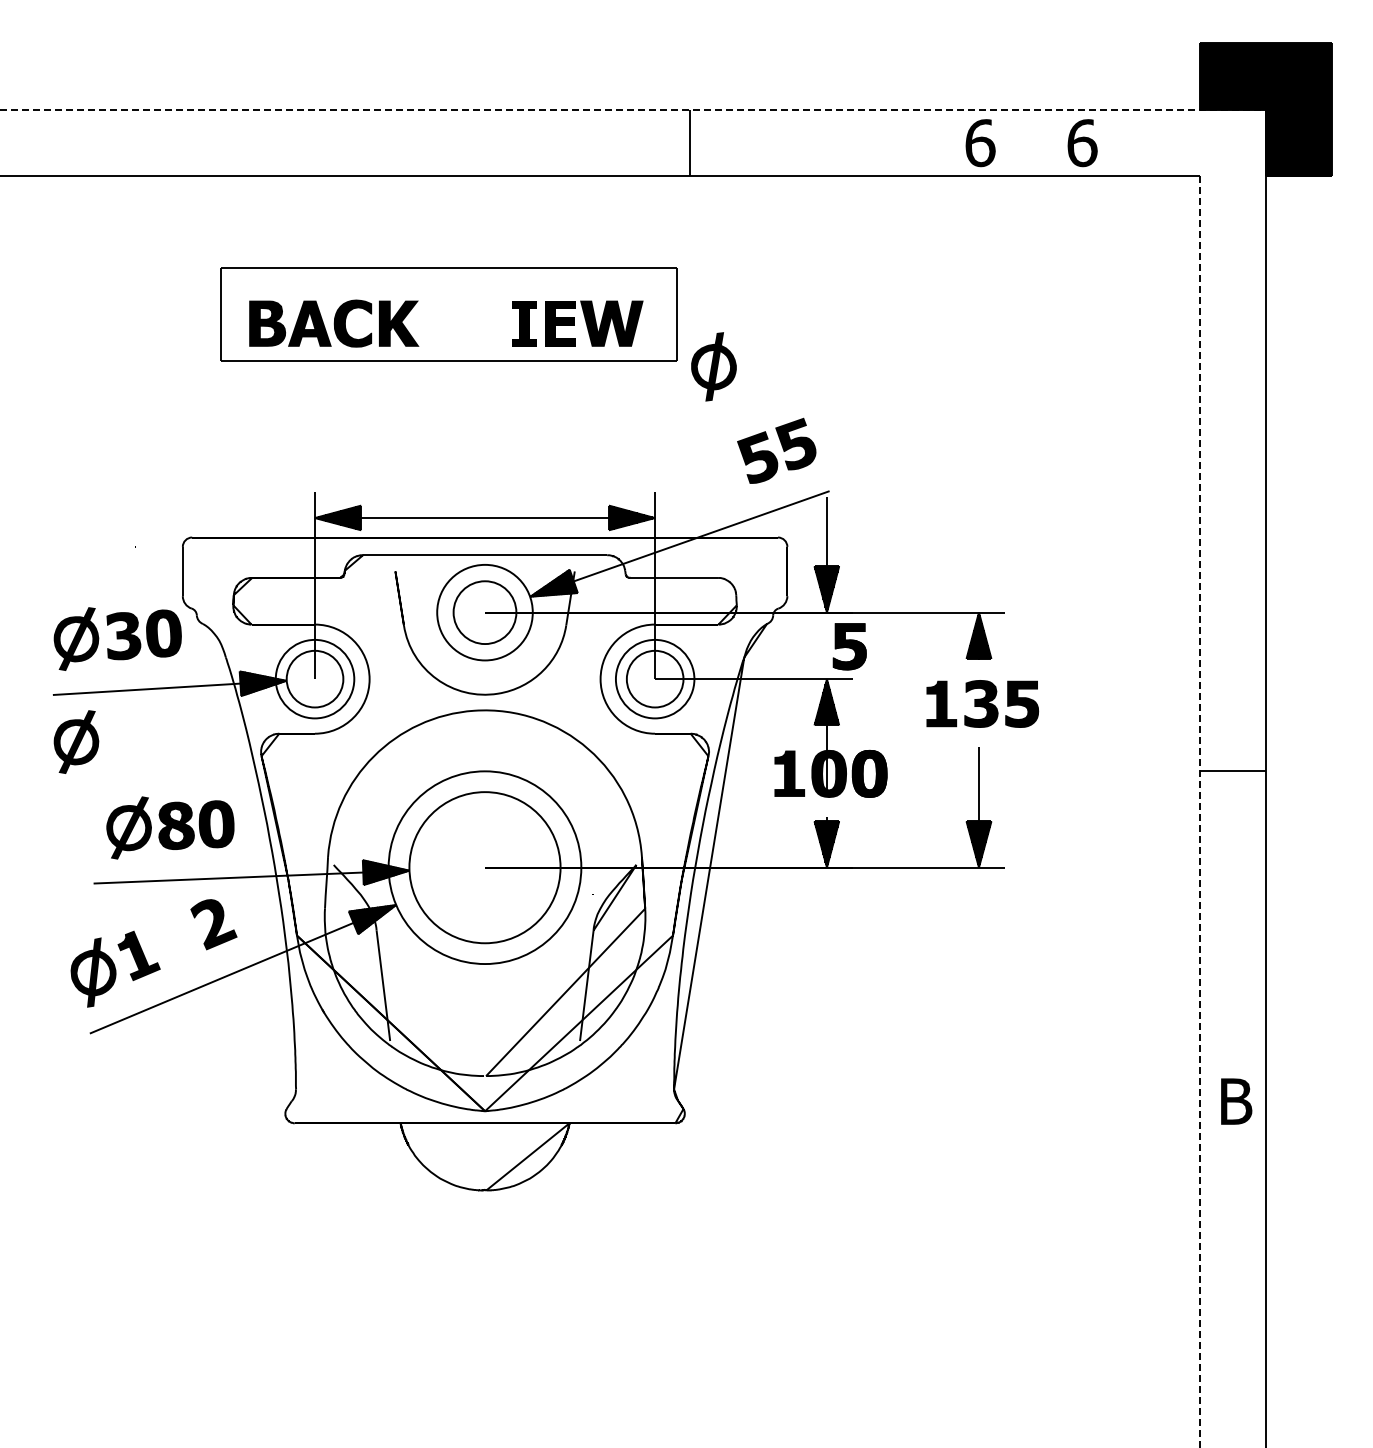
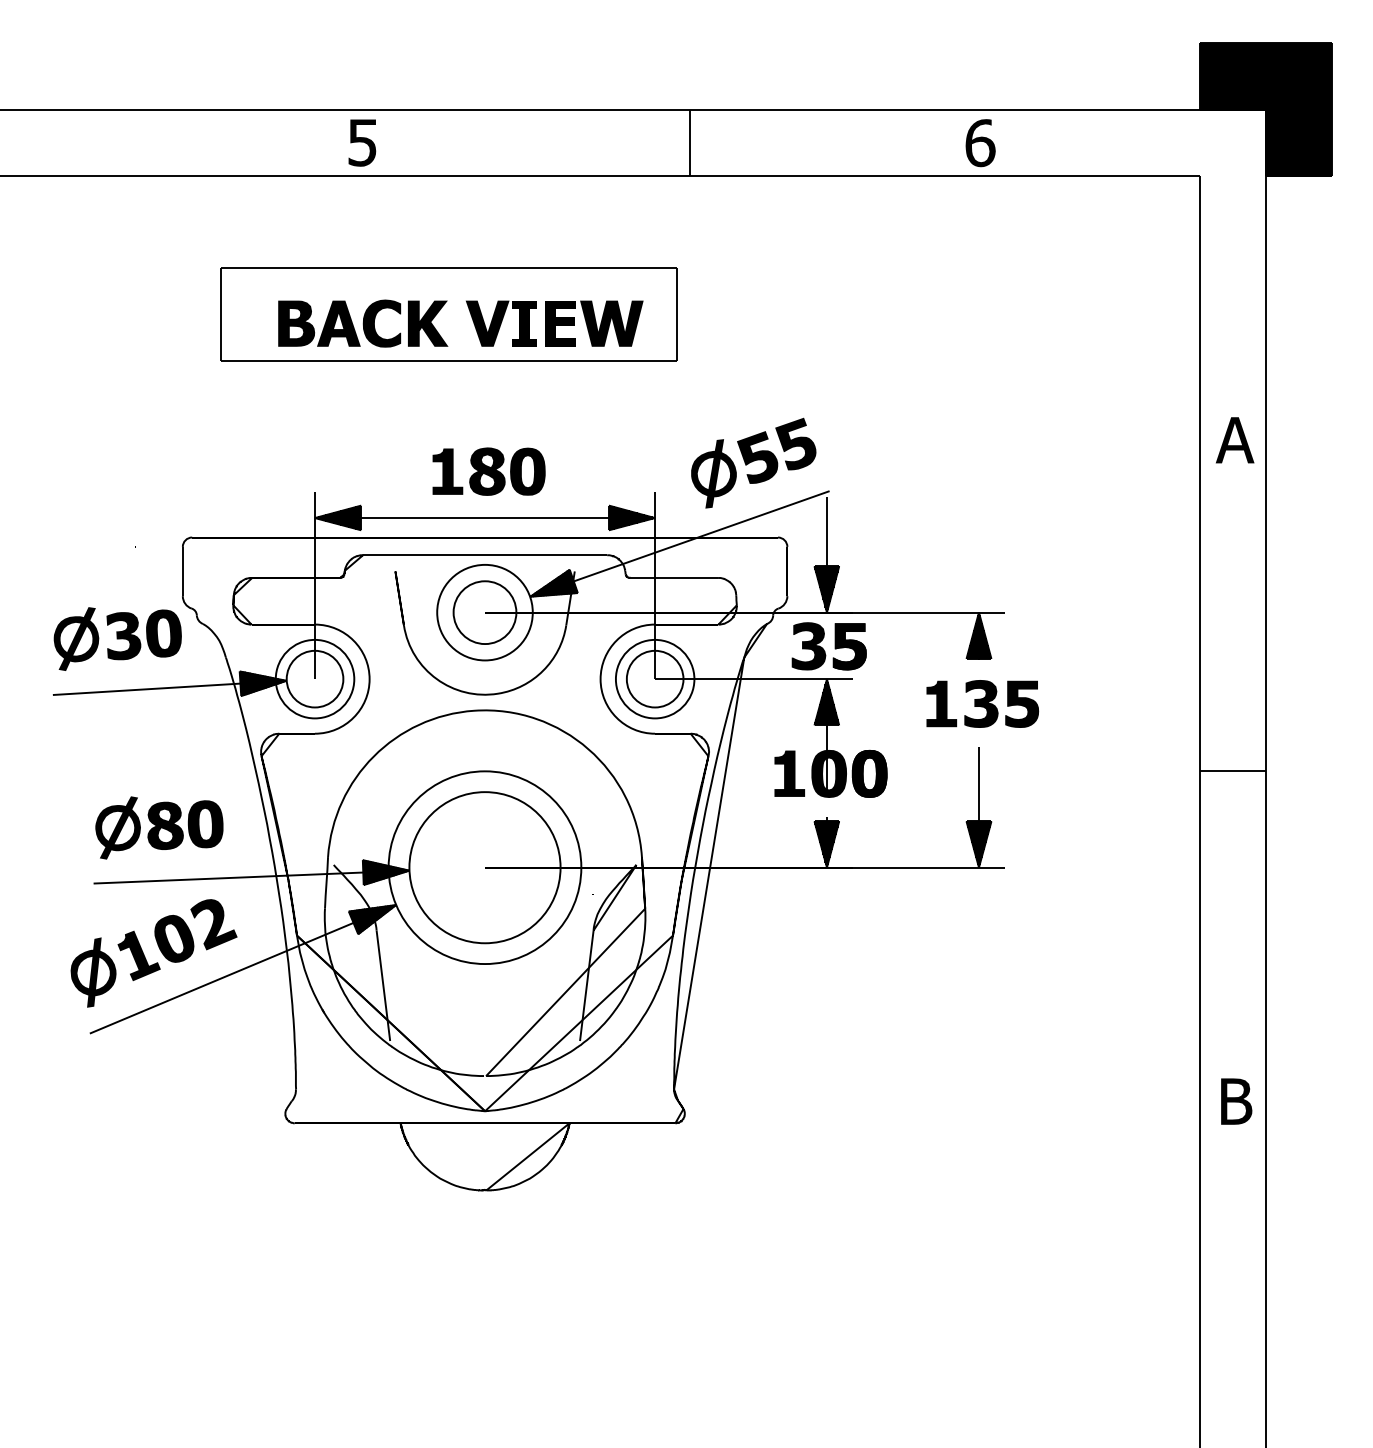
line at (633, 109): dashed -> solid
fill at (362, 142): none -> present
part at (1082, 143): present -> none
part at (334, 323) position: (334, 323) -> (363, 323)
fill at (487, 323): none -> present
part at (713, 366) position: (713, 366) -> (713, 473)
part at (1235, 440): none -> present
part at (488, 471): none -> present
fill at (808, 646): none -> present
part at (76, 741): present -> none
line at (1199, 811): dashed -> solid
part at (170, 827) position: (170, 827) -> (159, 827)
part at (174, 938): none -> present
